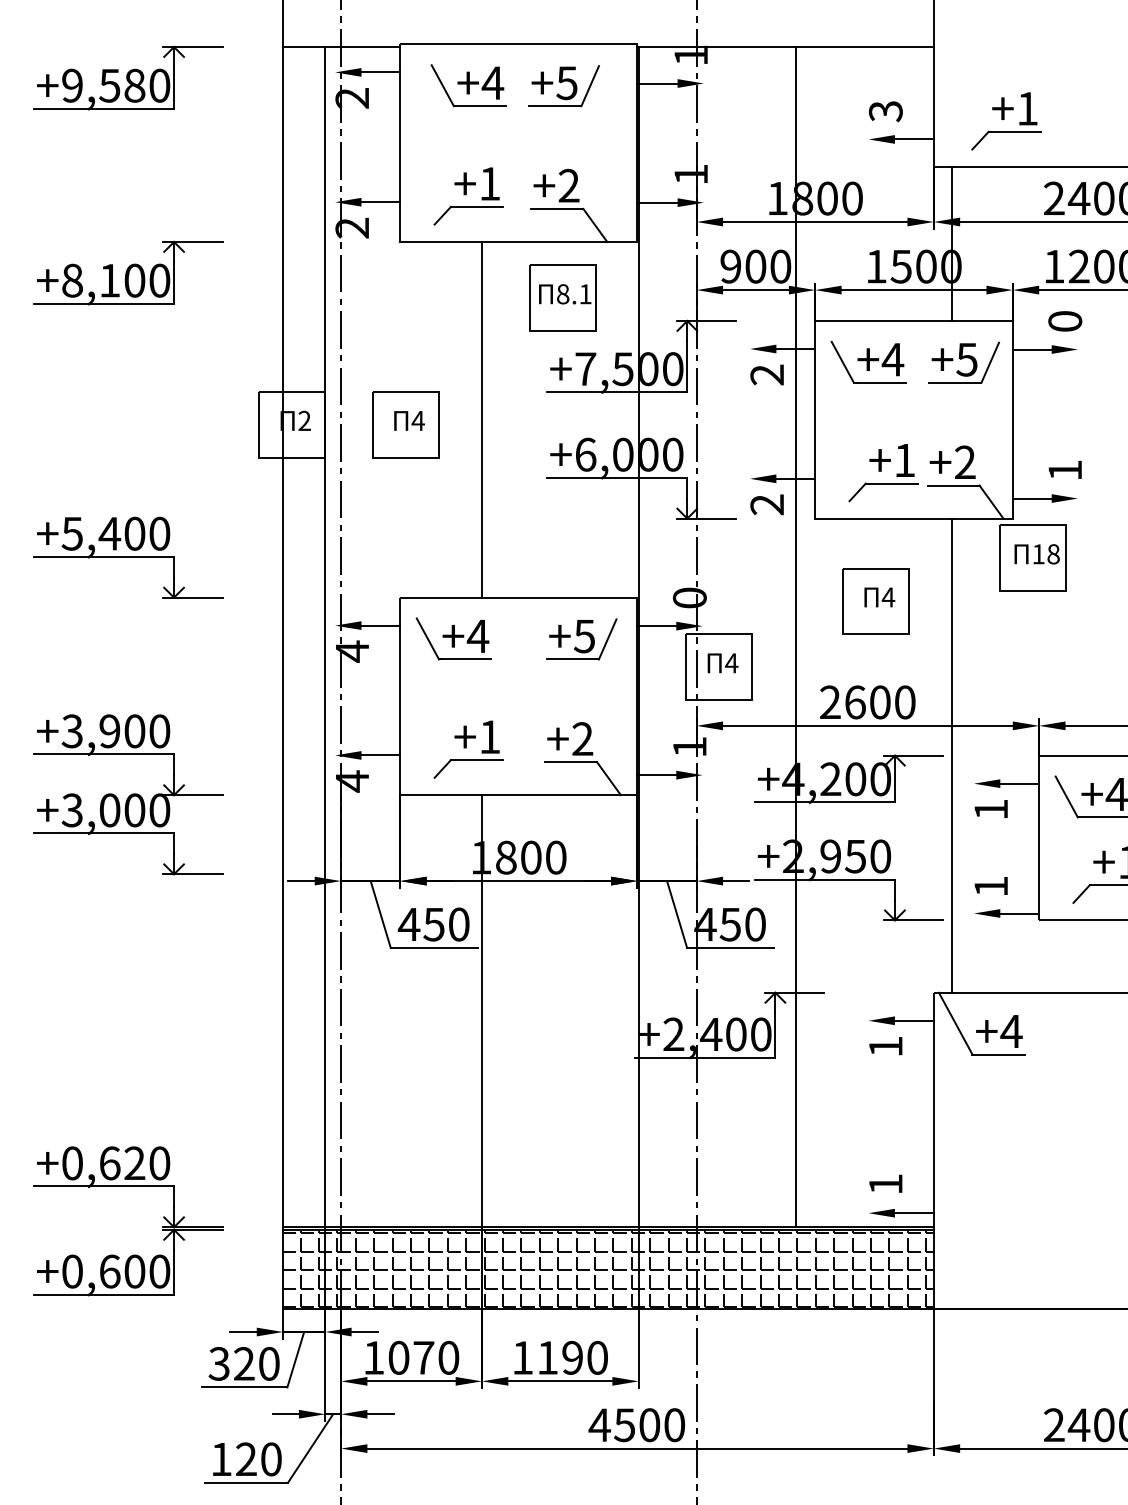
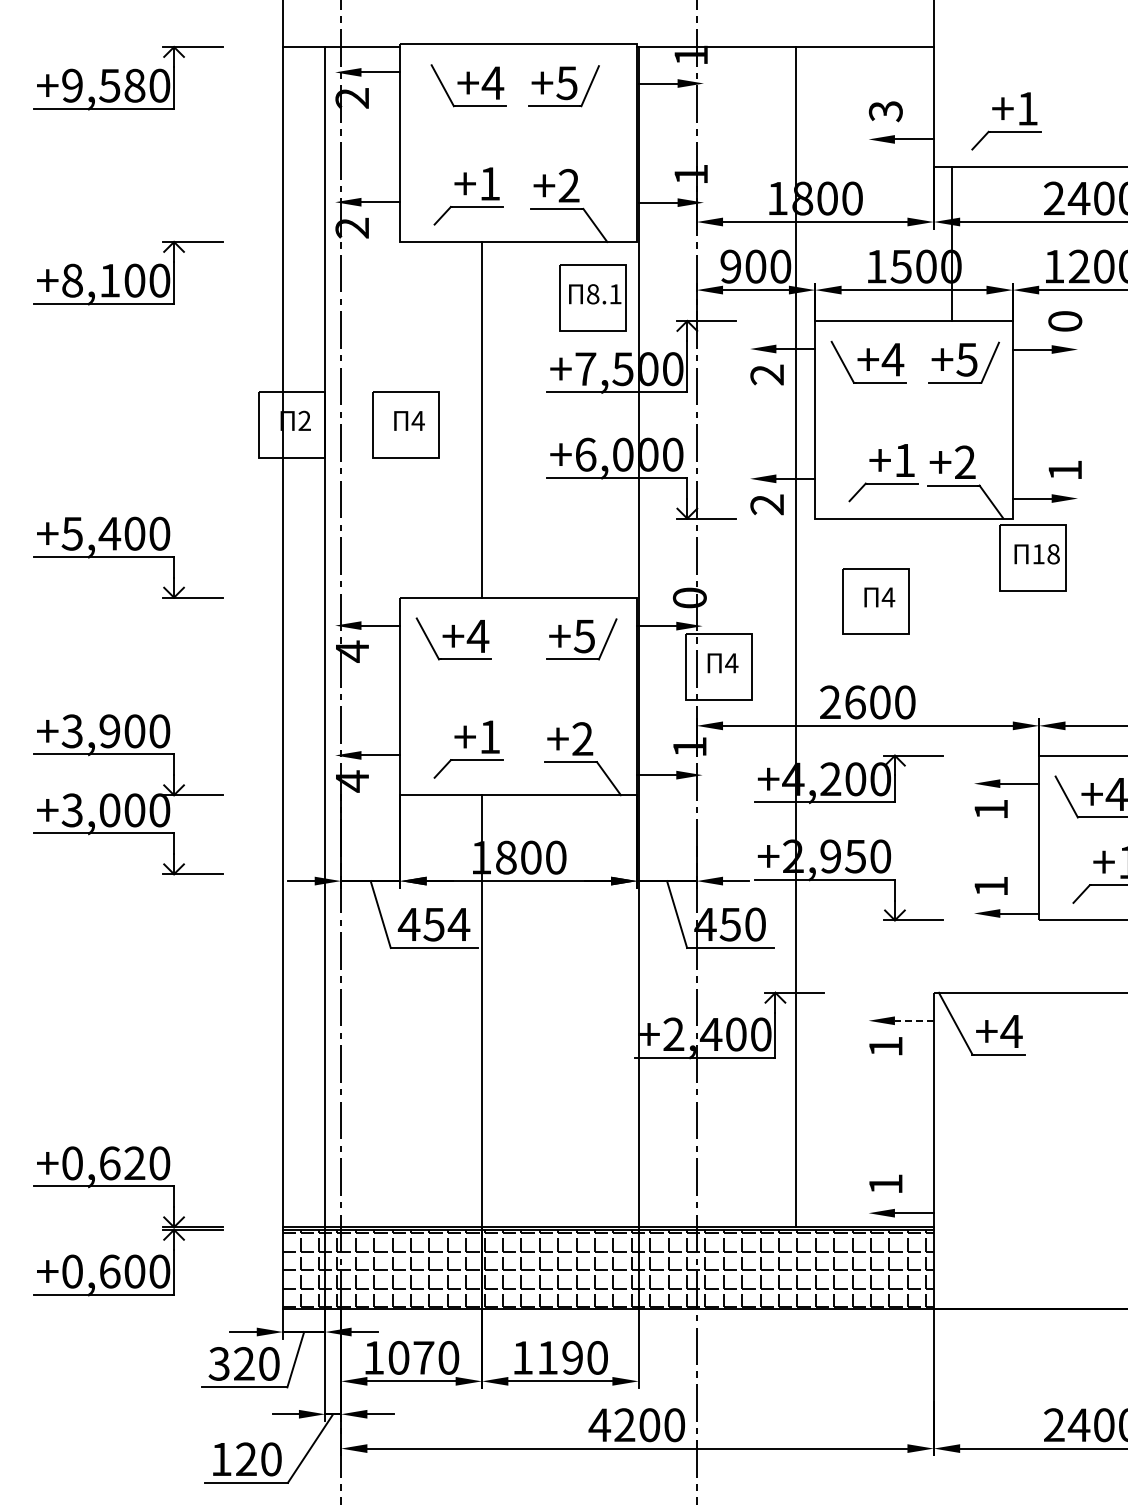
part at (562, 297) position: (562, 297) -> (592, 297)
line at (952, 755): present -> none
text at (458, 924): 450 -> 454
line at (913, 1020): solid -> dashed
text at (624, 1425): 4500 -> 4200
